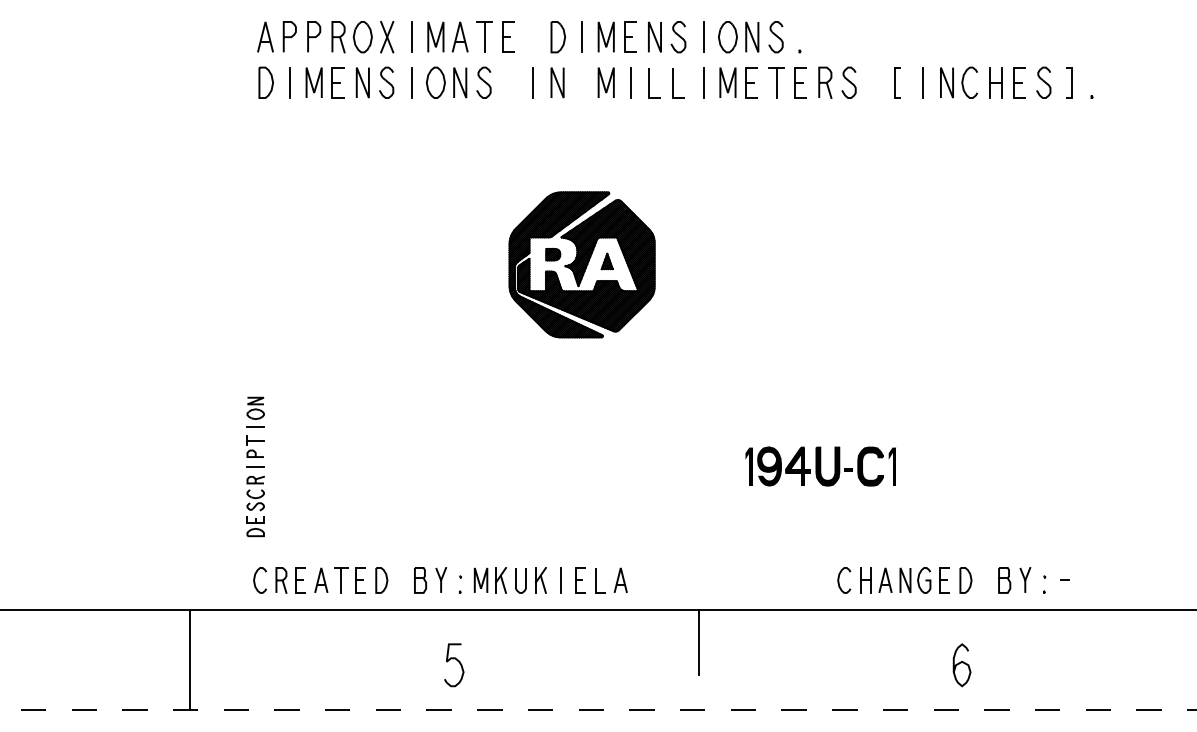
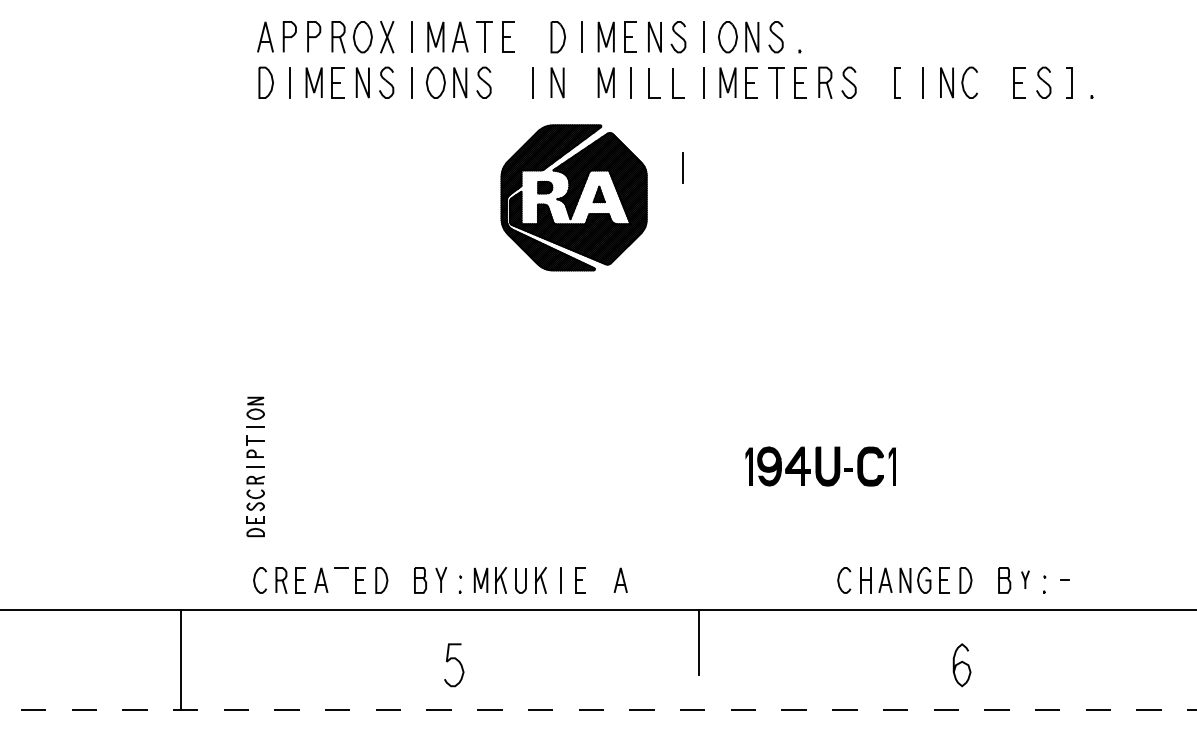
part at (995, 82): present -> none
line at (682, 167): none -> present
part at (581, 264) position: (581, 264) -> (573, 197)
line at (341, 579): present -> none
part at (1025, 579) size: 13x26 px -> 9x19 px
line at (596, 580): present -> none
line at (190, 660) position: (190, 660) -> (181, 660)
